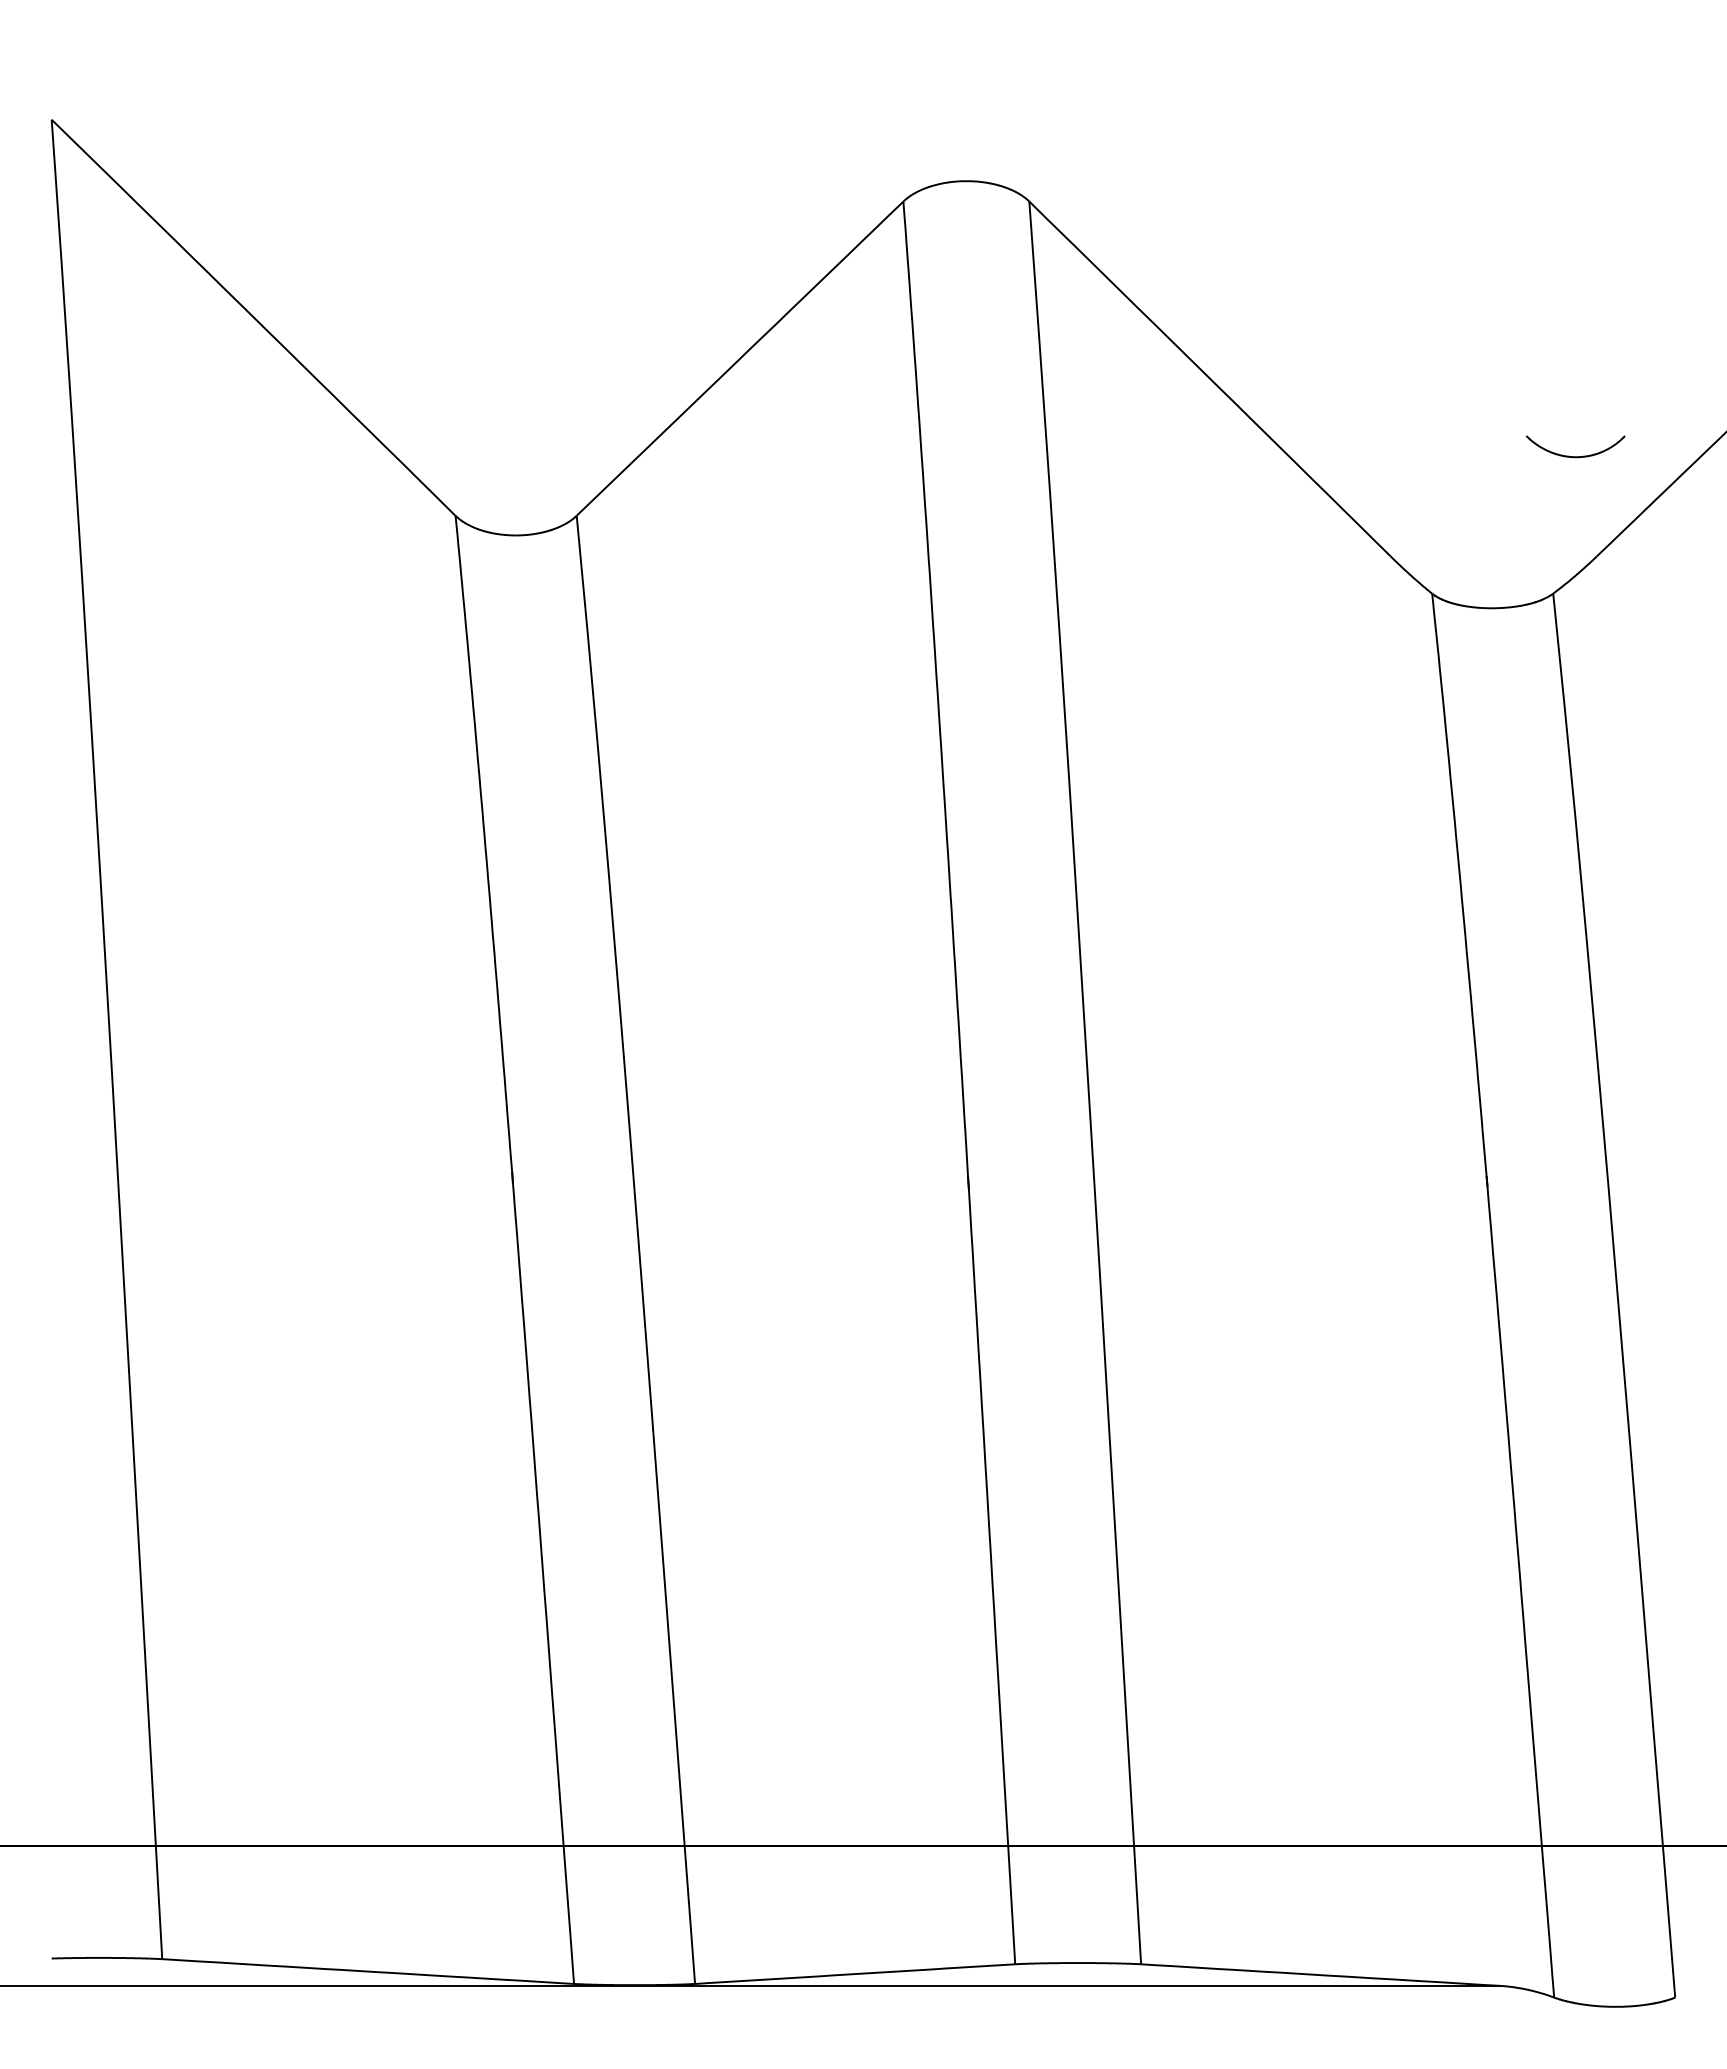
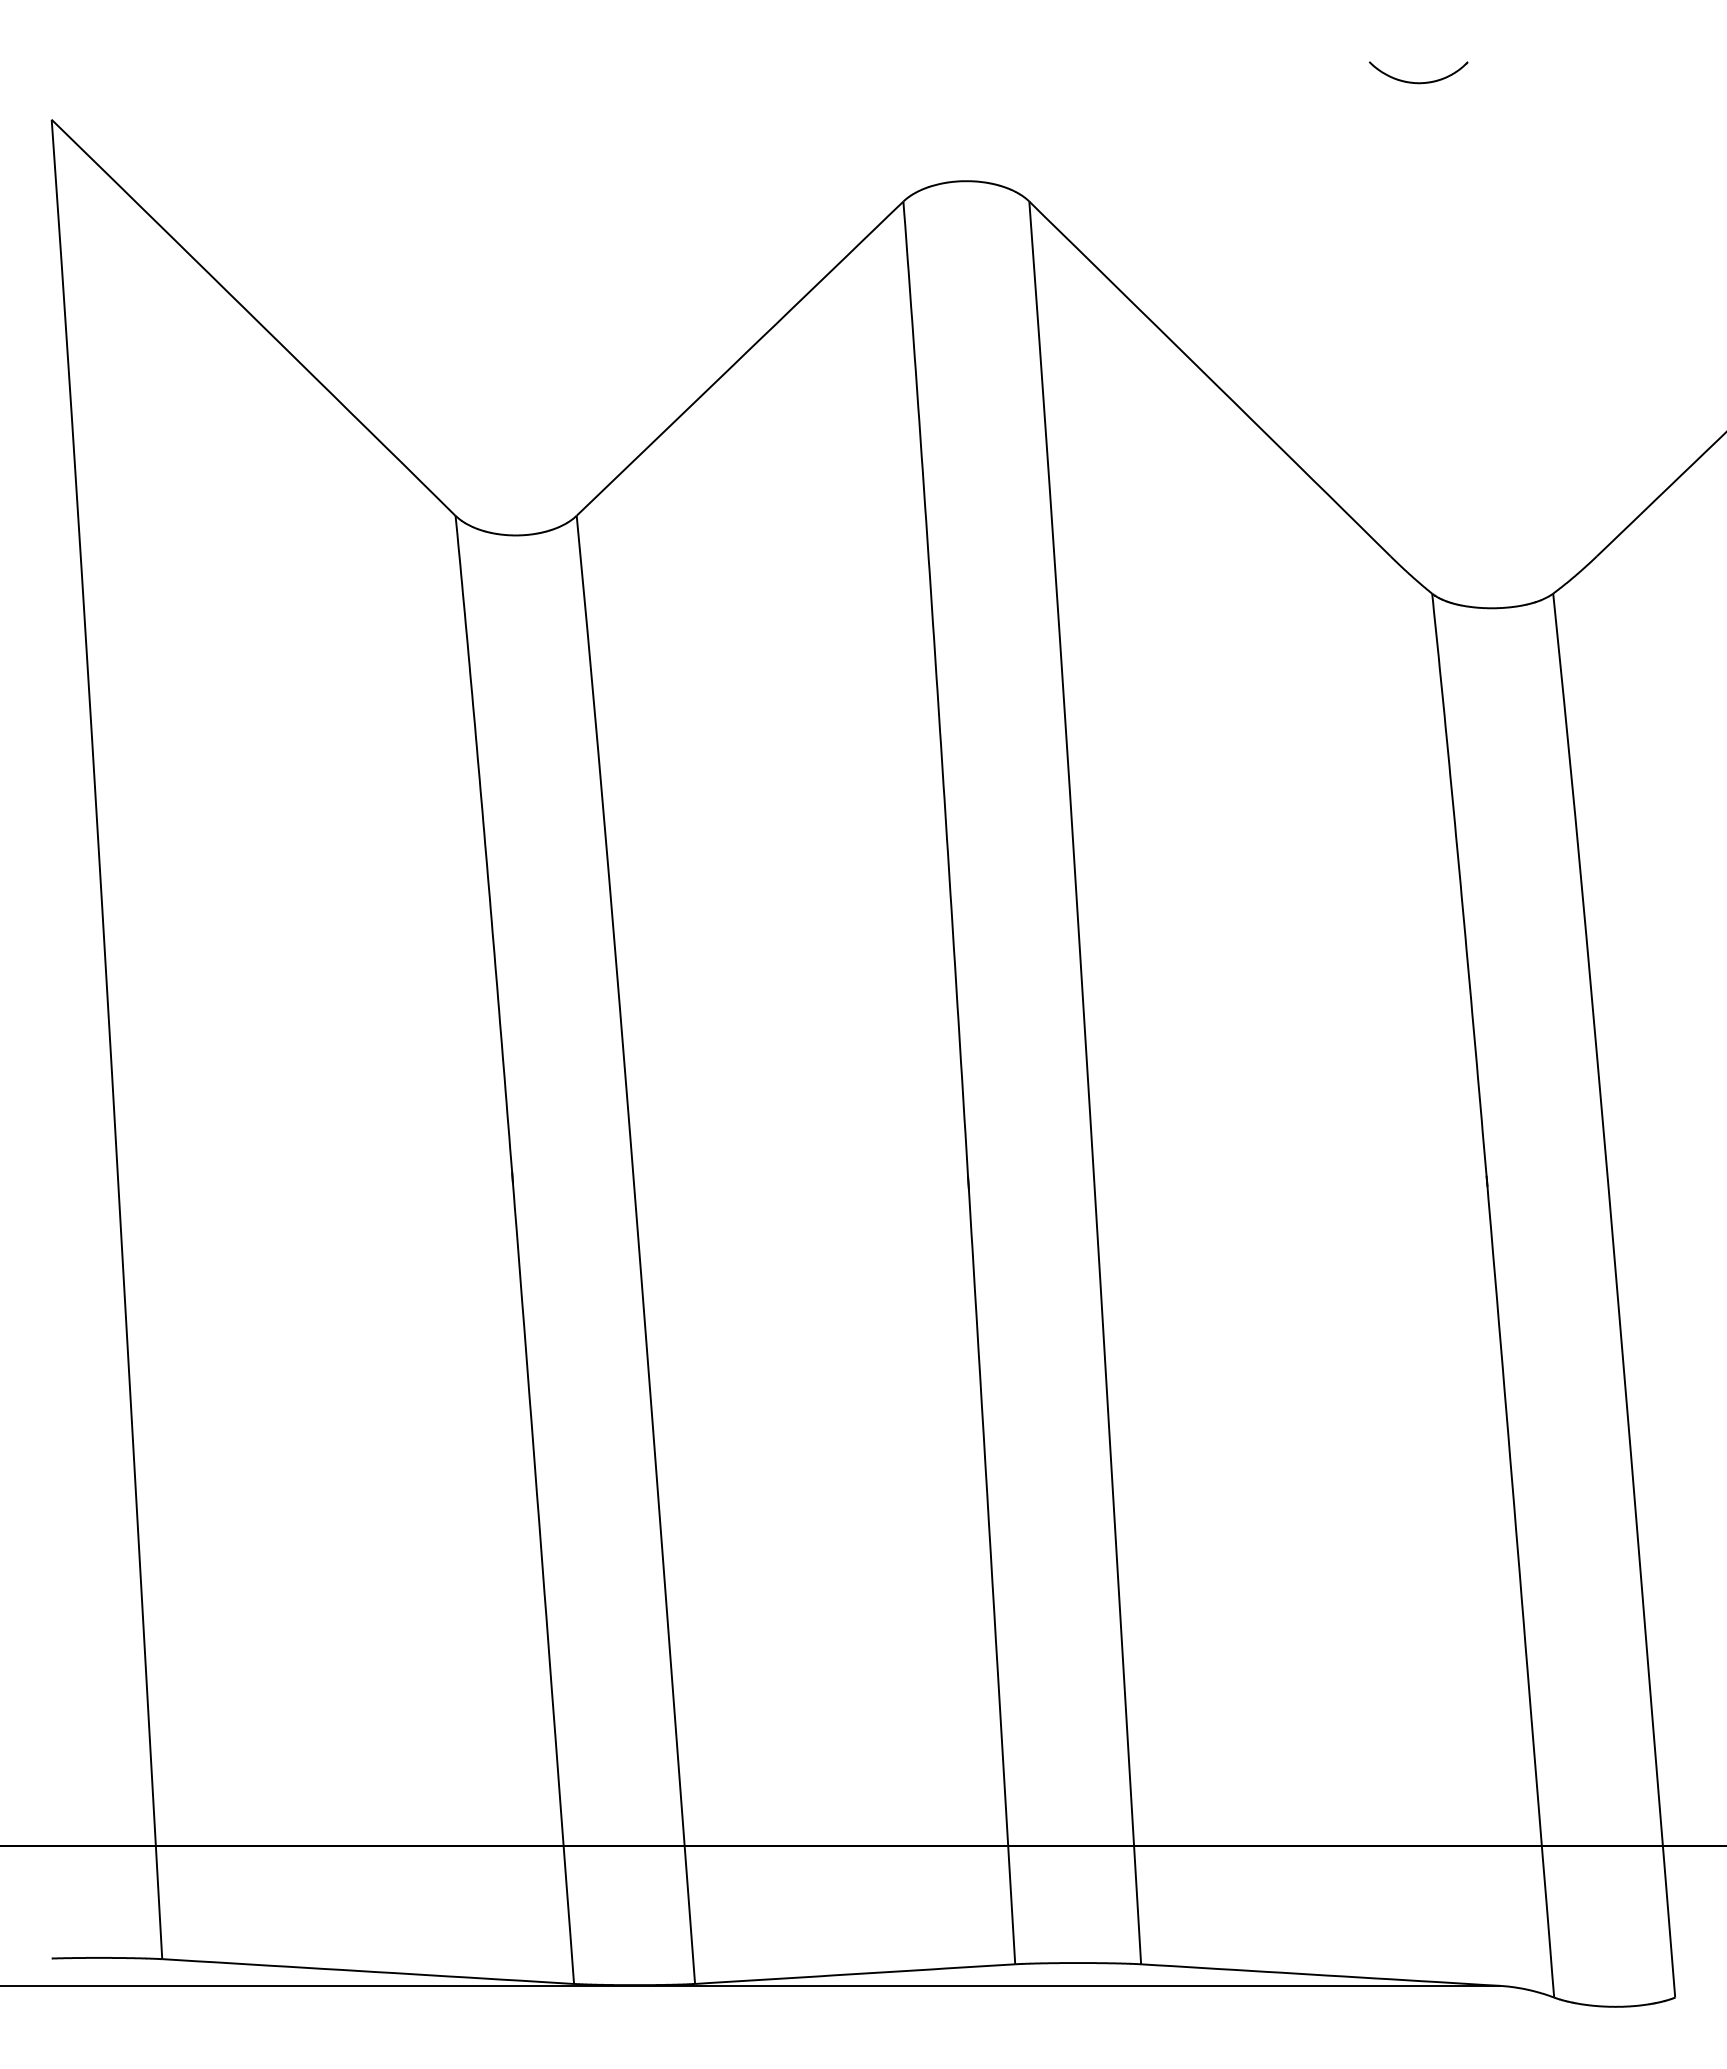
curve at (1575, 456) position: (1575, 456) -> (1418, 82)
